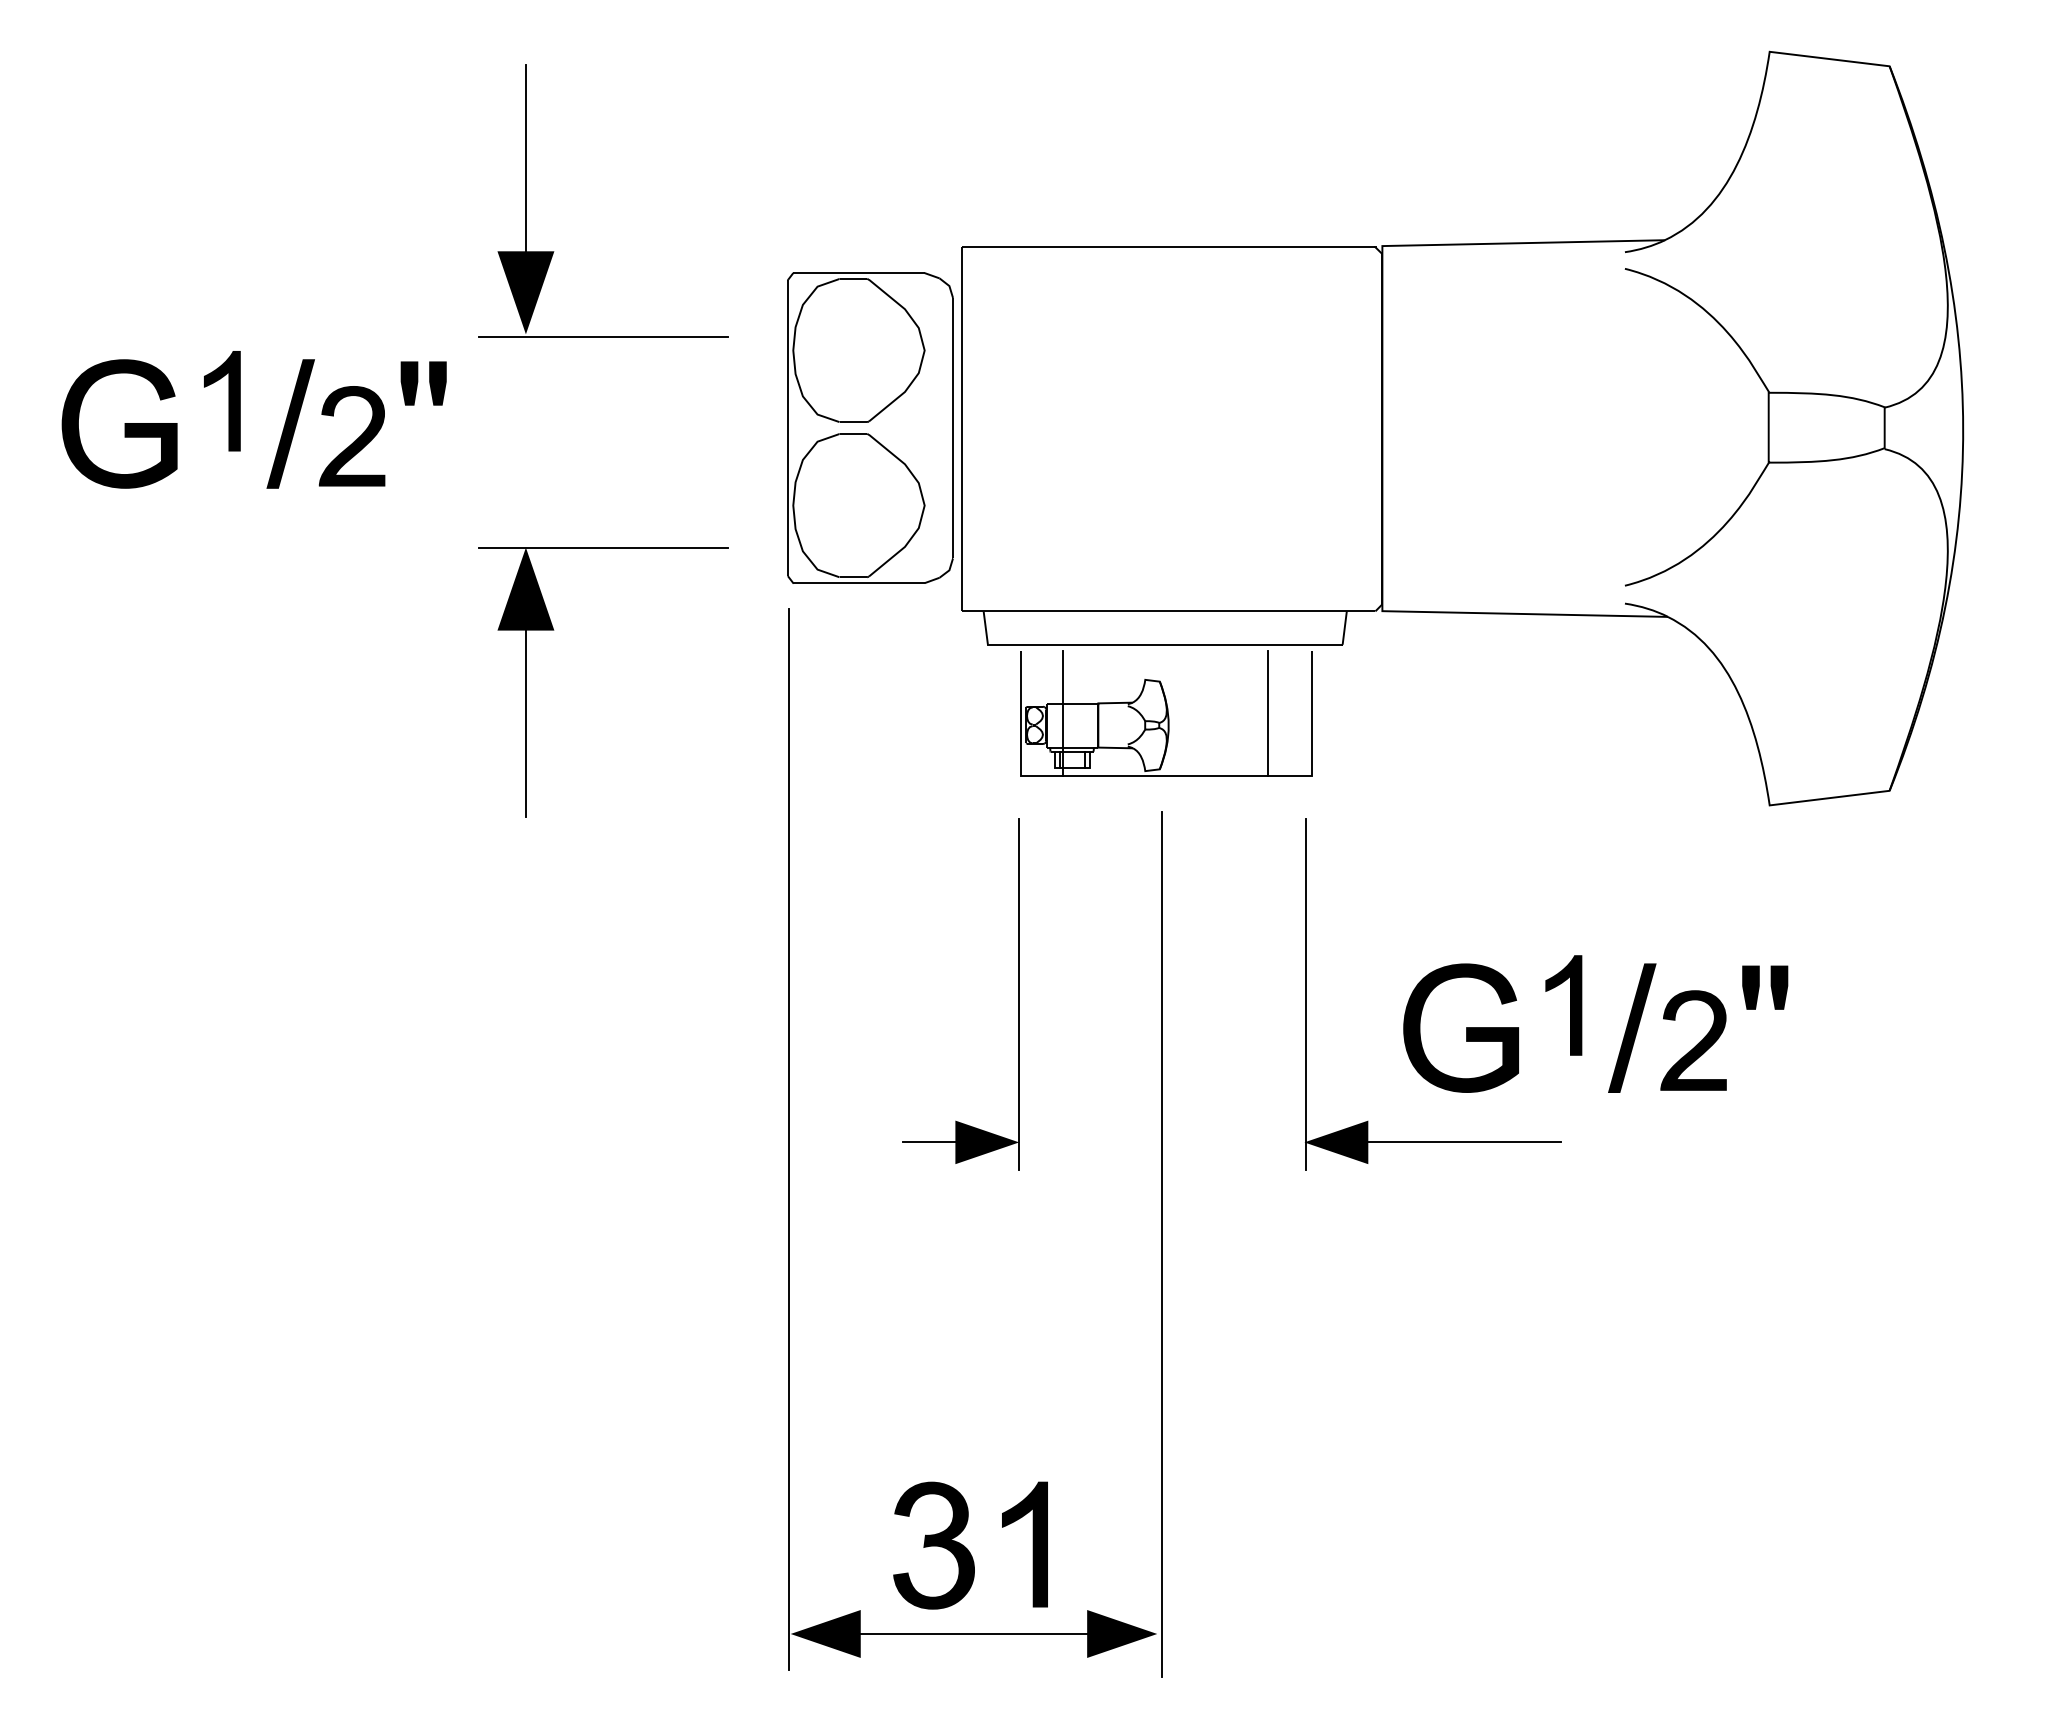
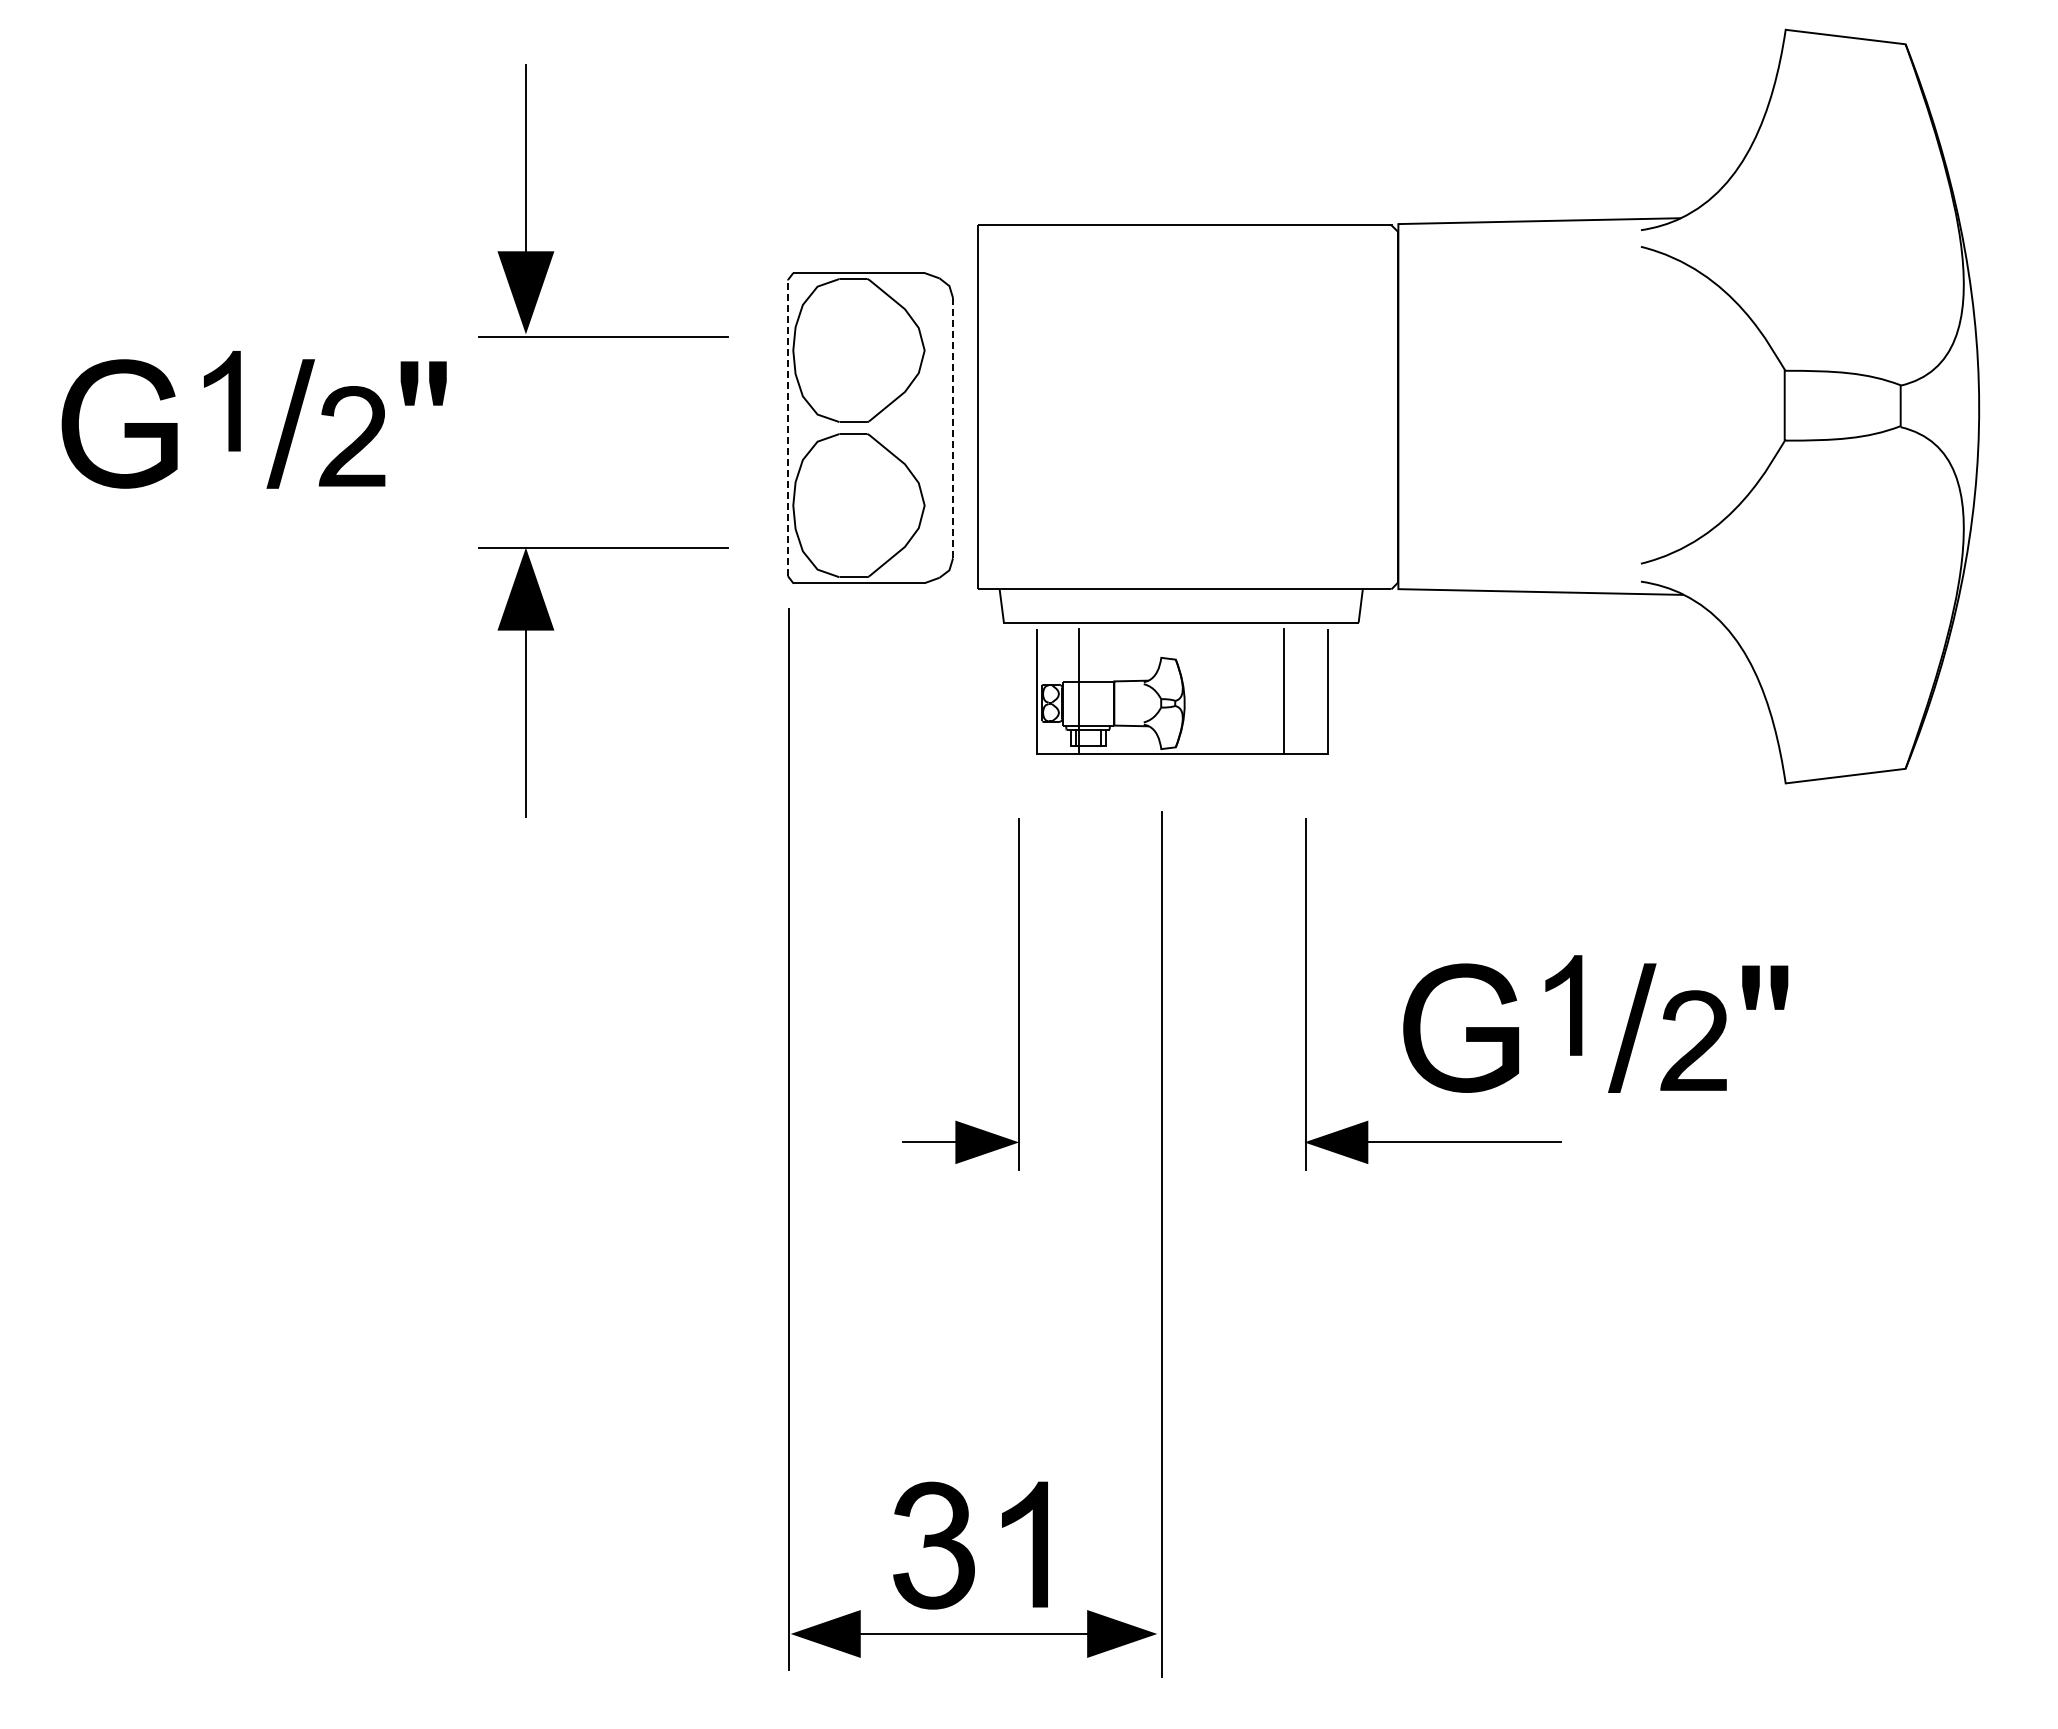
line at (953, 426): solid -> dashed
line at (787, 427): solid -> dashed
part at (1462, 428) position: (1462, 428) -> (1478, 406)
